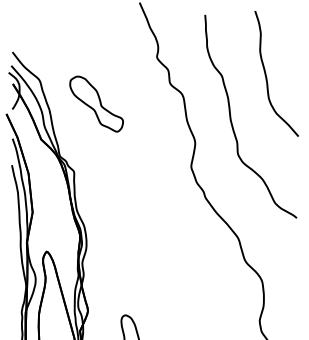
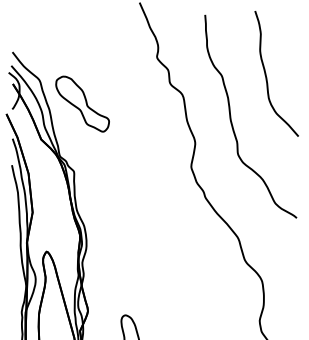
part at (96, 103) position: (96, 103) -> (82, 103)
